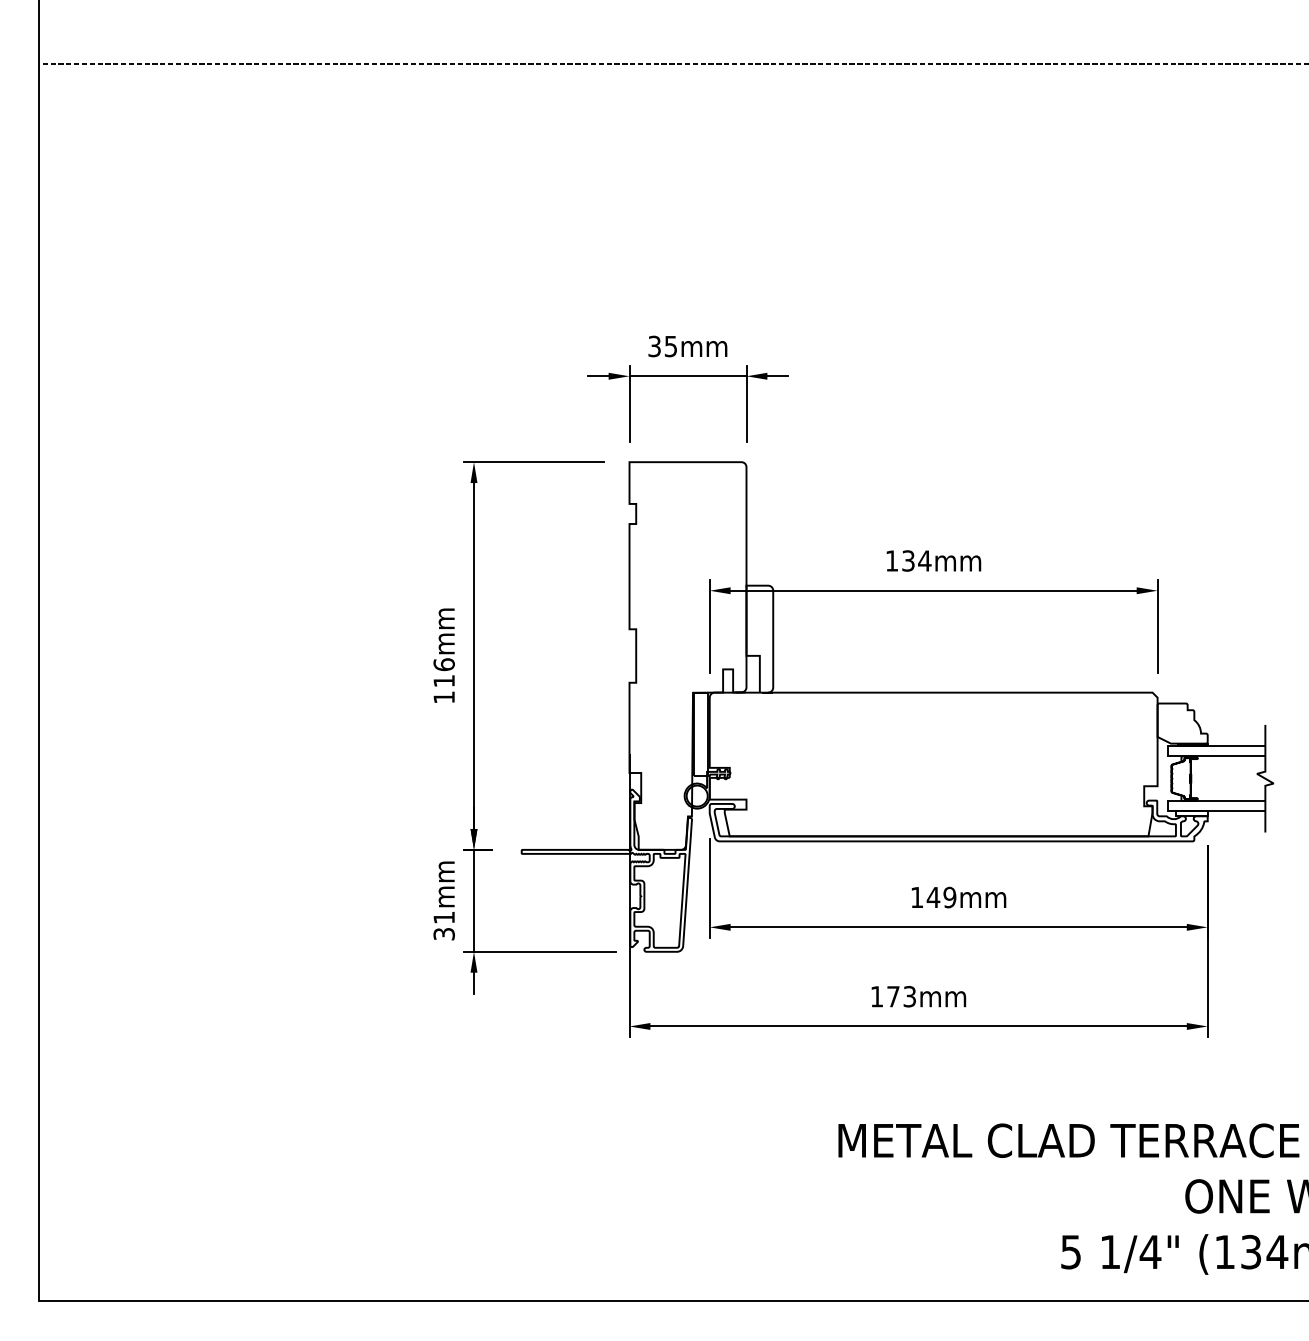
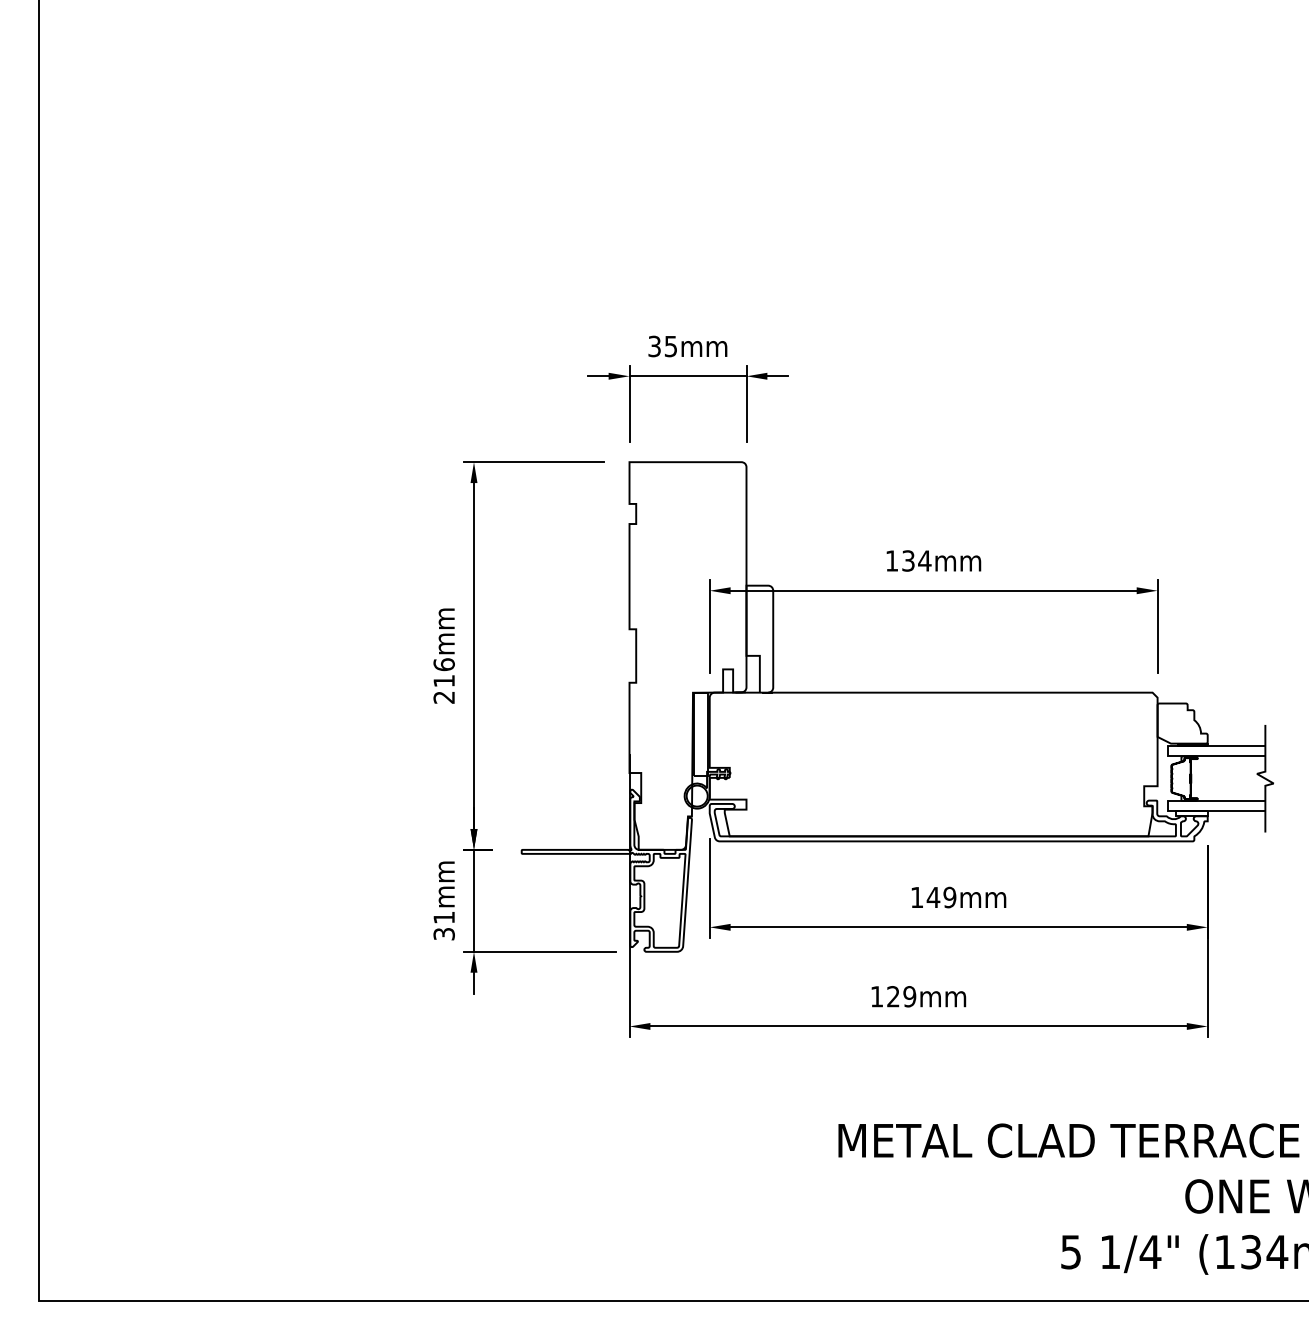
line at (672, 64): present -> none
text at (443, 697): 116mm -> 216mm
text at (901, 996): 173mm -> 129mm
